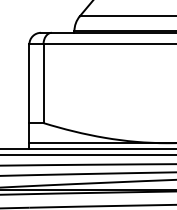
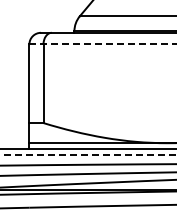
line at (103, 44): solid -> dashed
line at (88, 154): solid -> dashed
